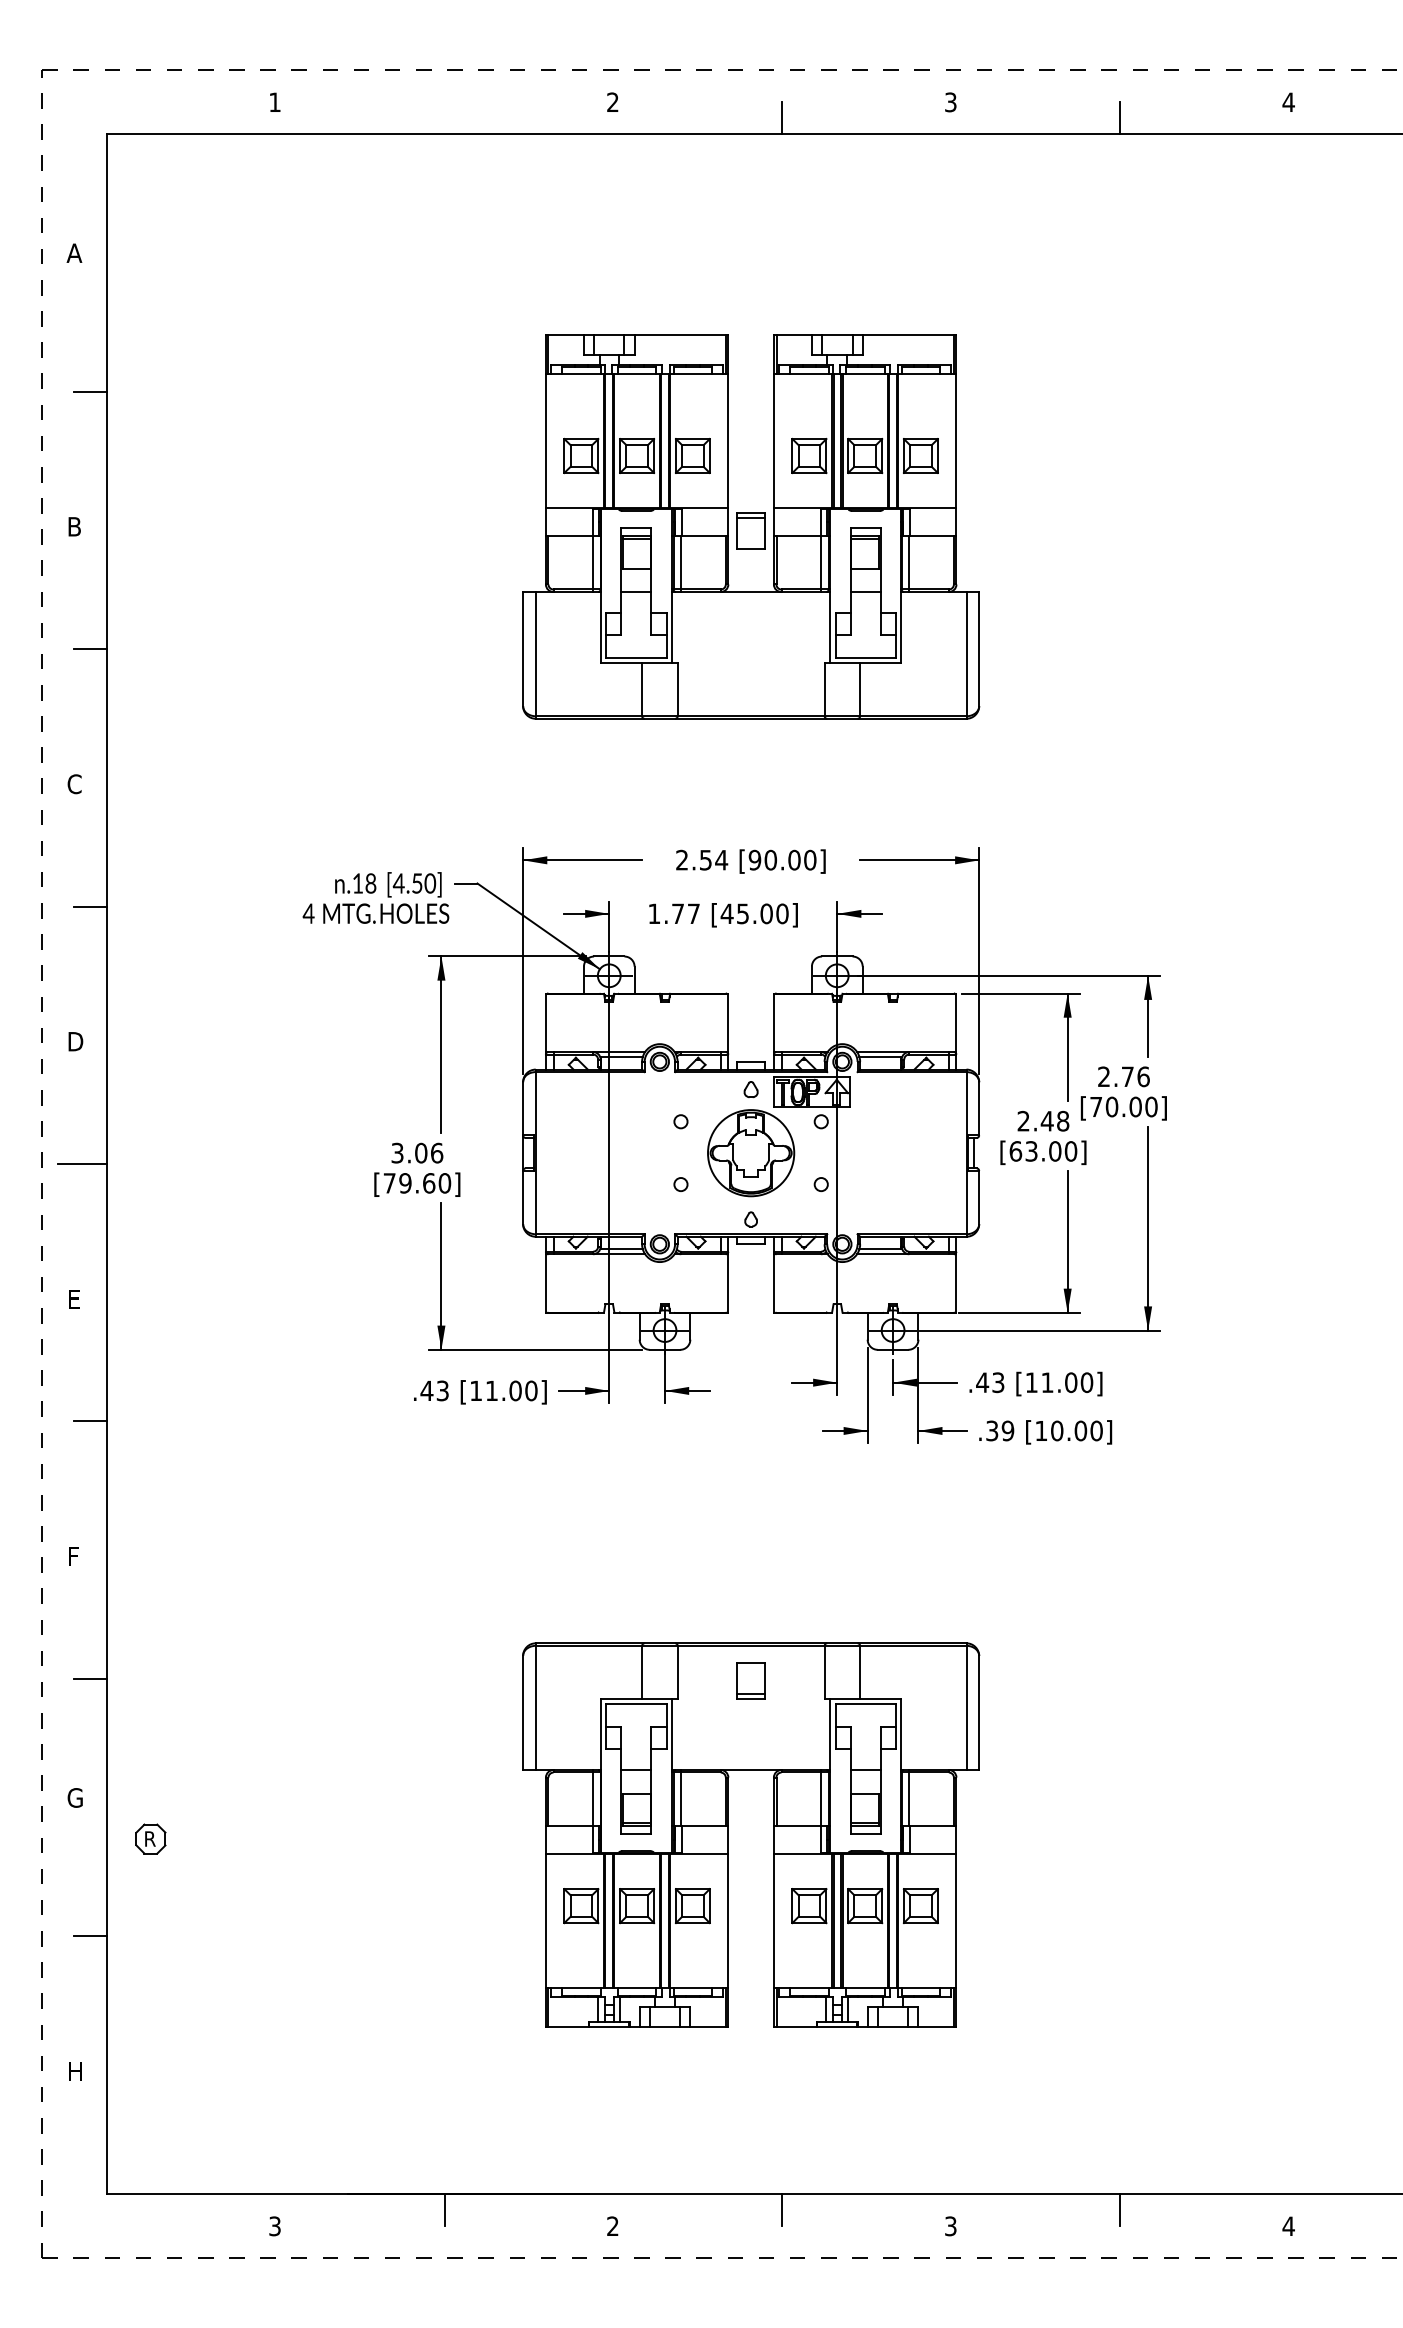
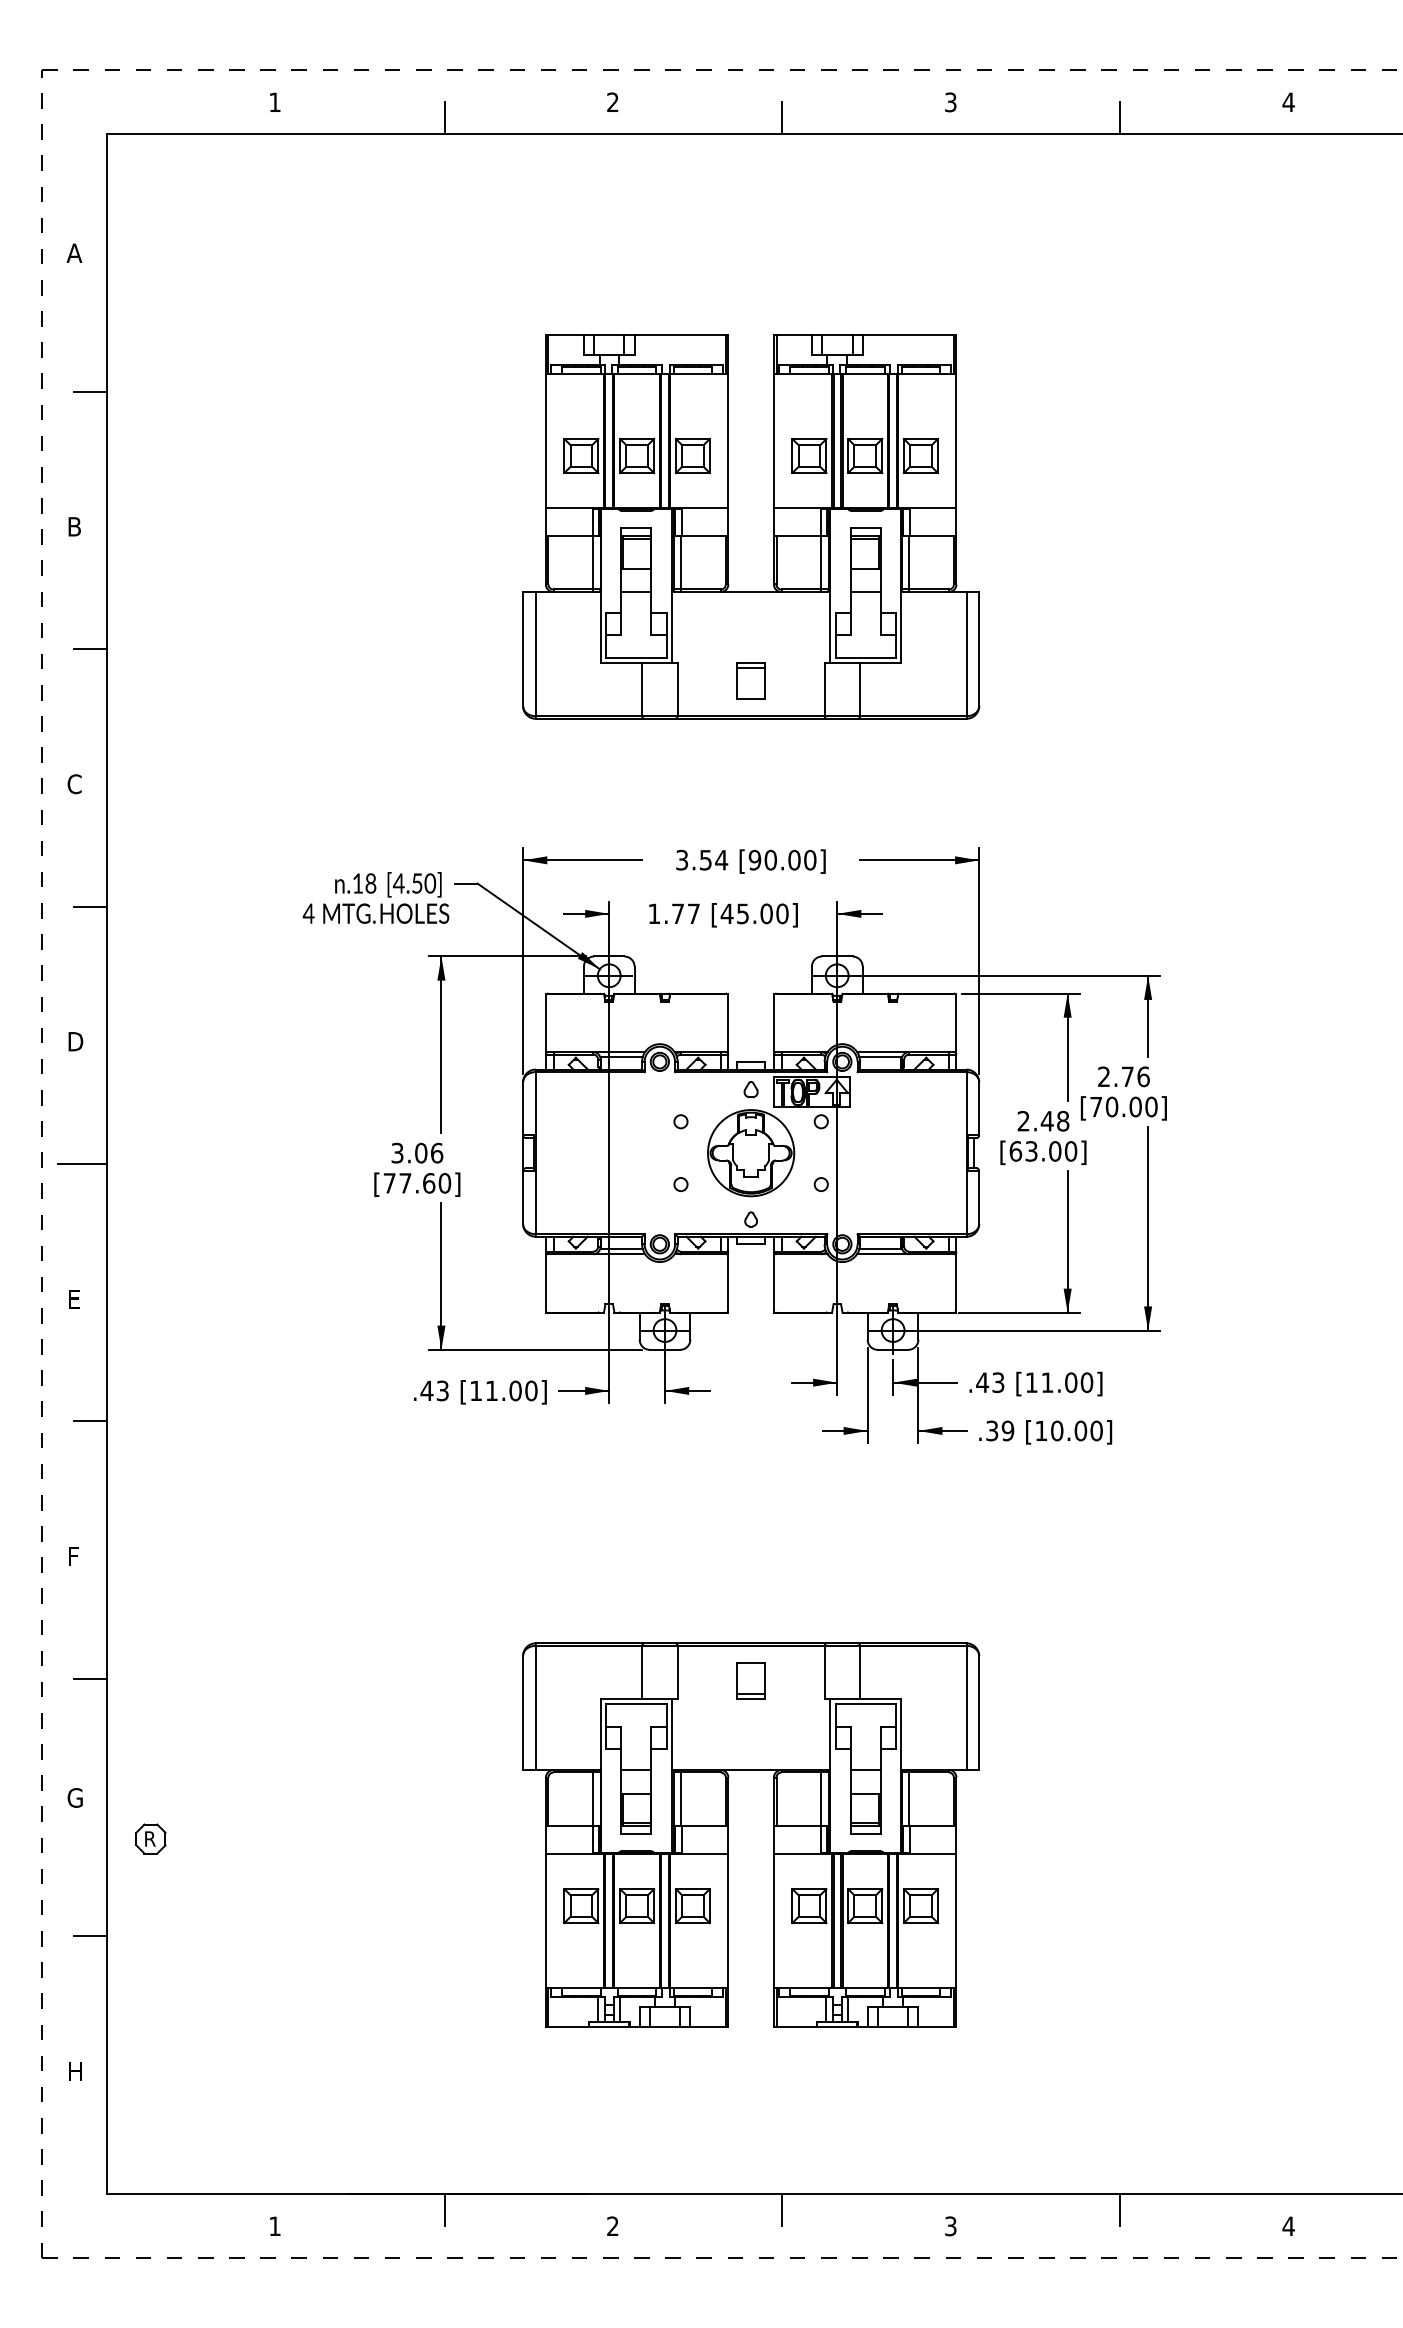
line at (444, 118): none -> present
part at (750, 530) position: (750, 530) -> (750, 680)
text at (682, 860): 2.54 -> 3.54
text at (405, 1183): [79.60] -> [77.60]
text at (274, 2226): 3 -> 1
